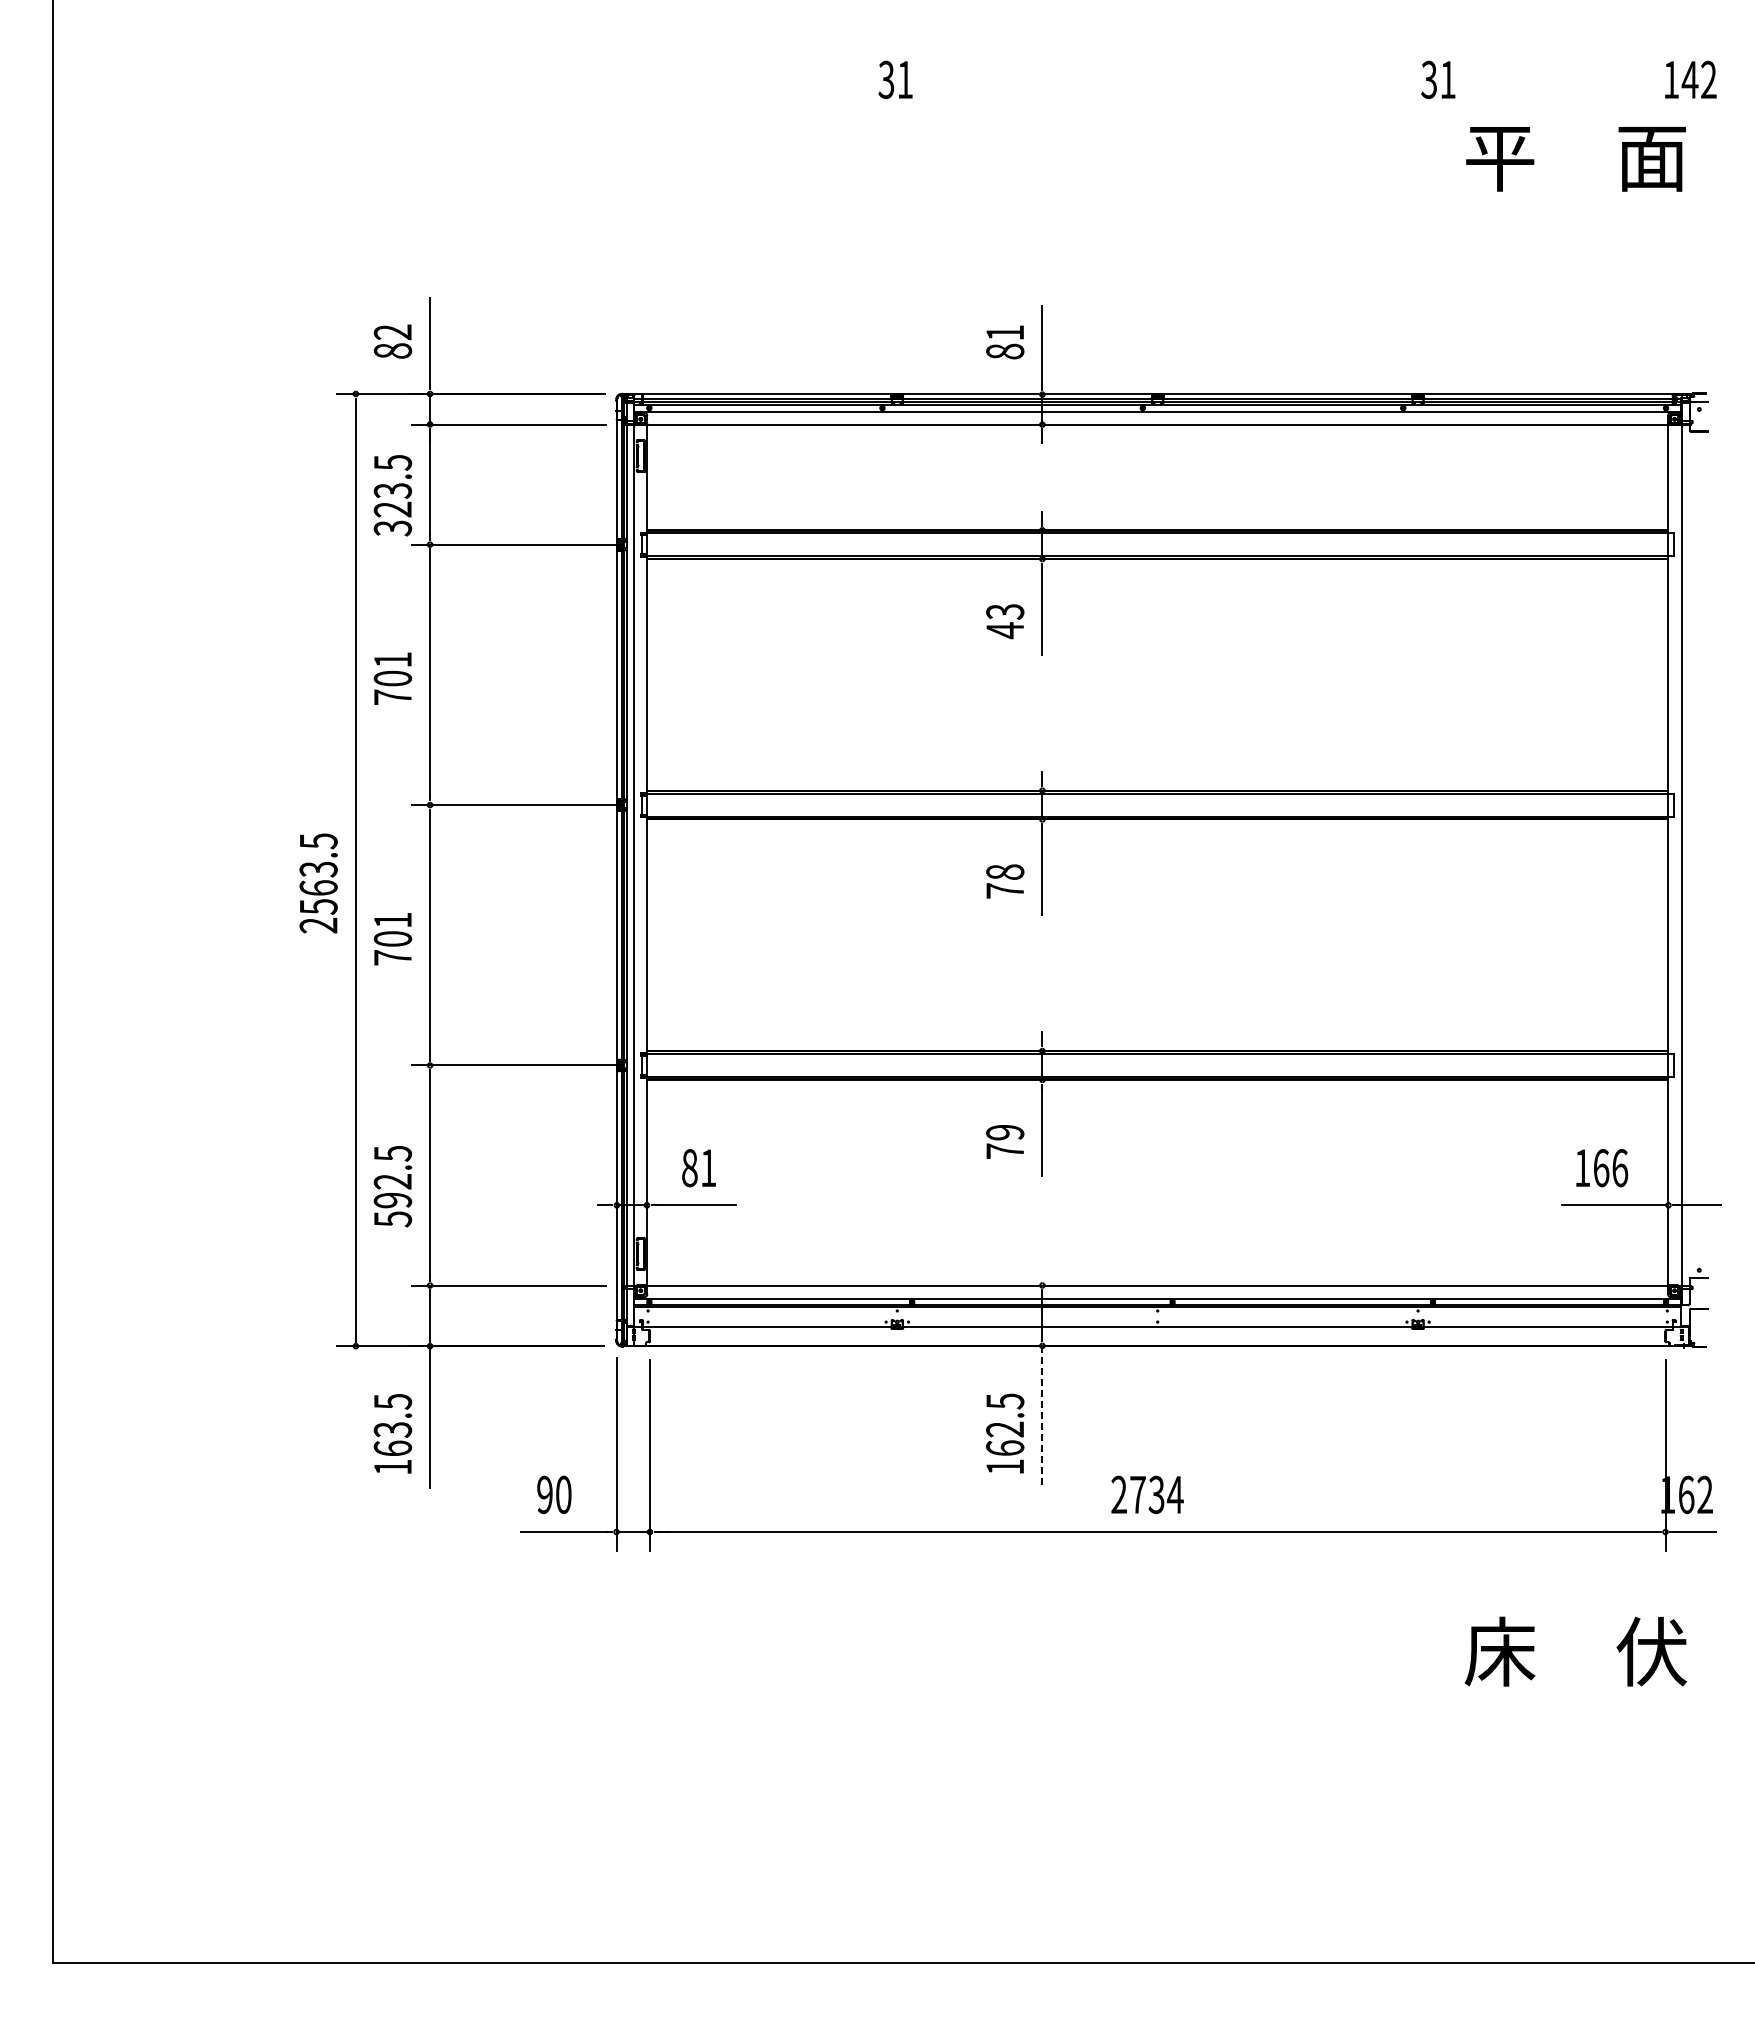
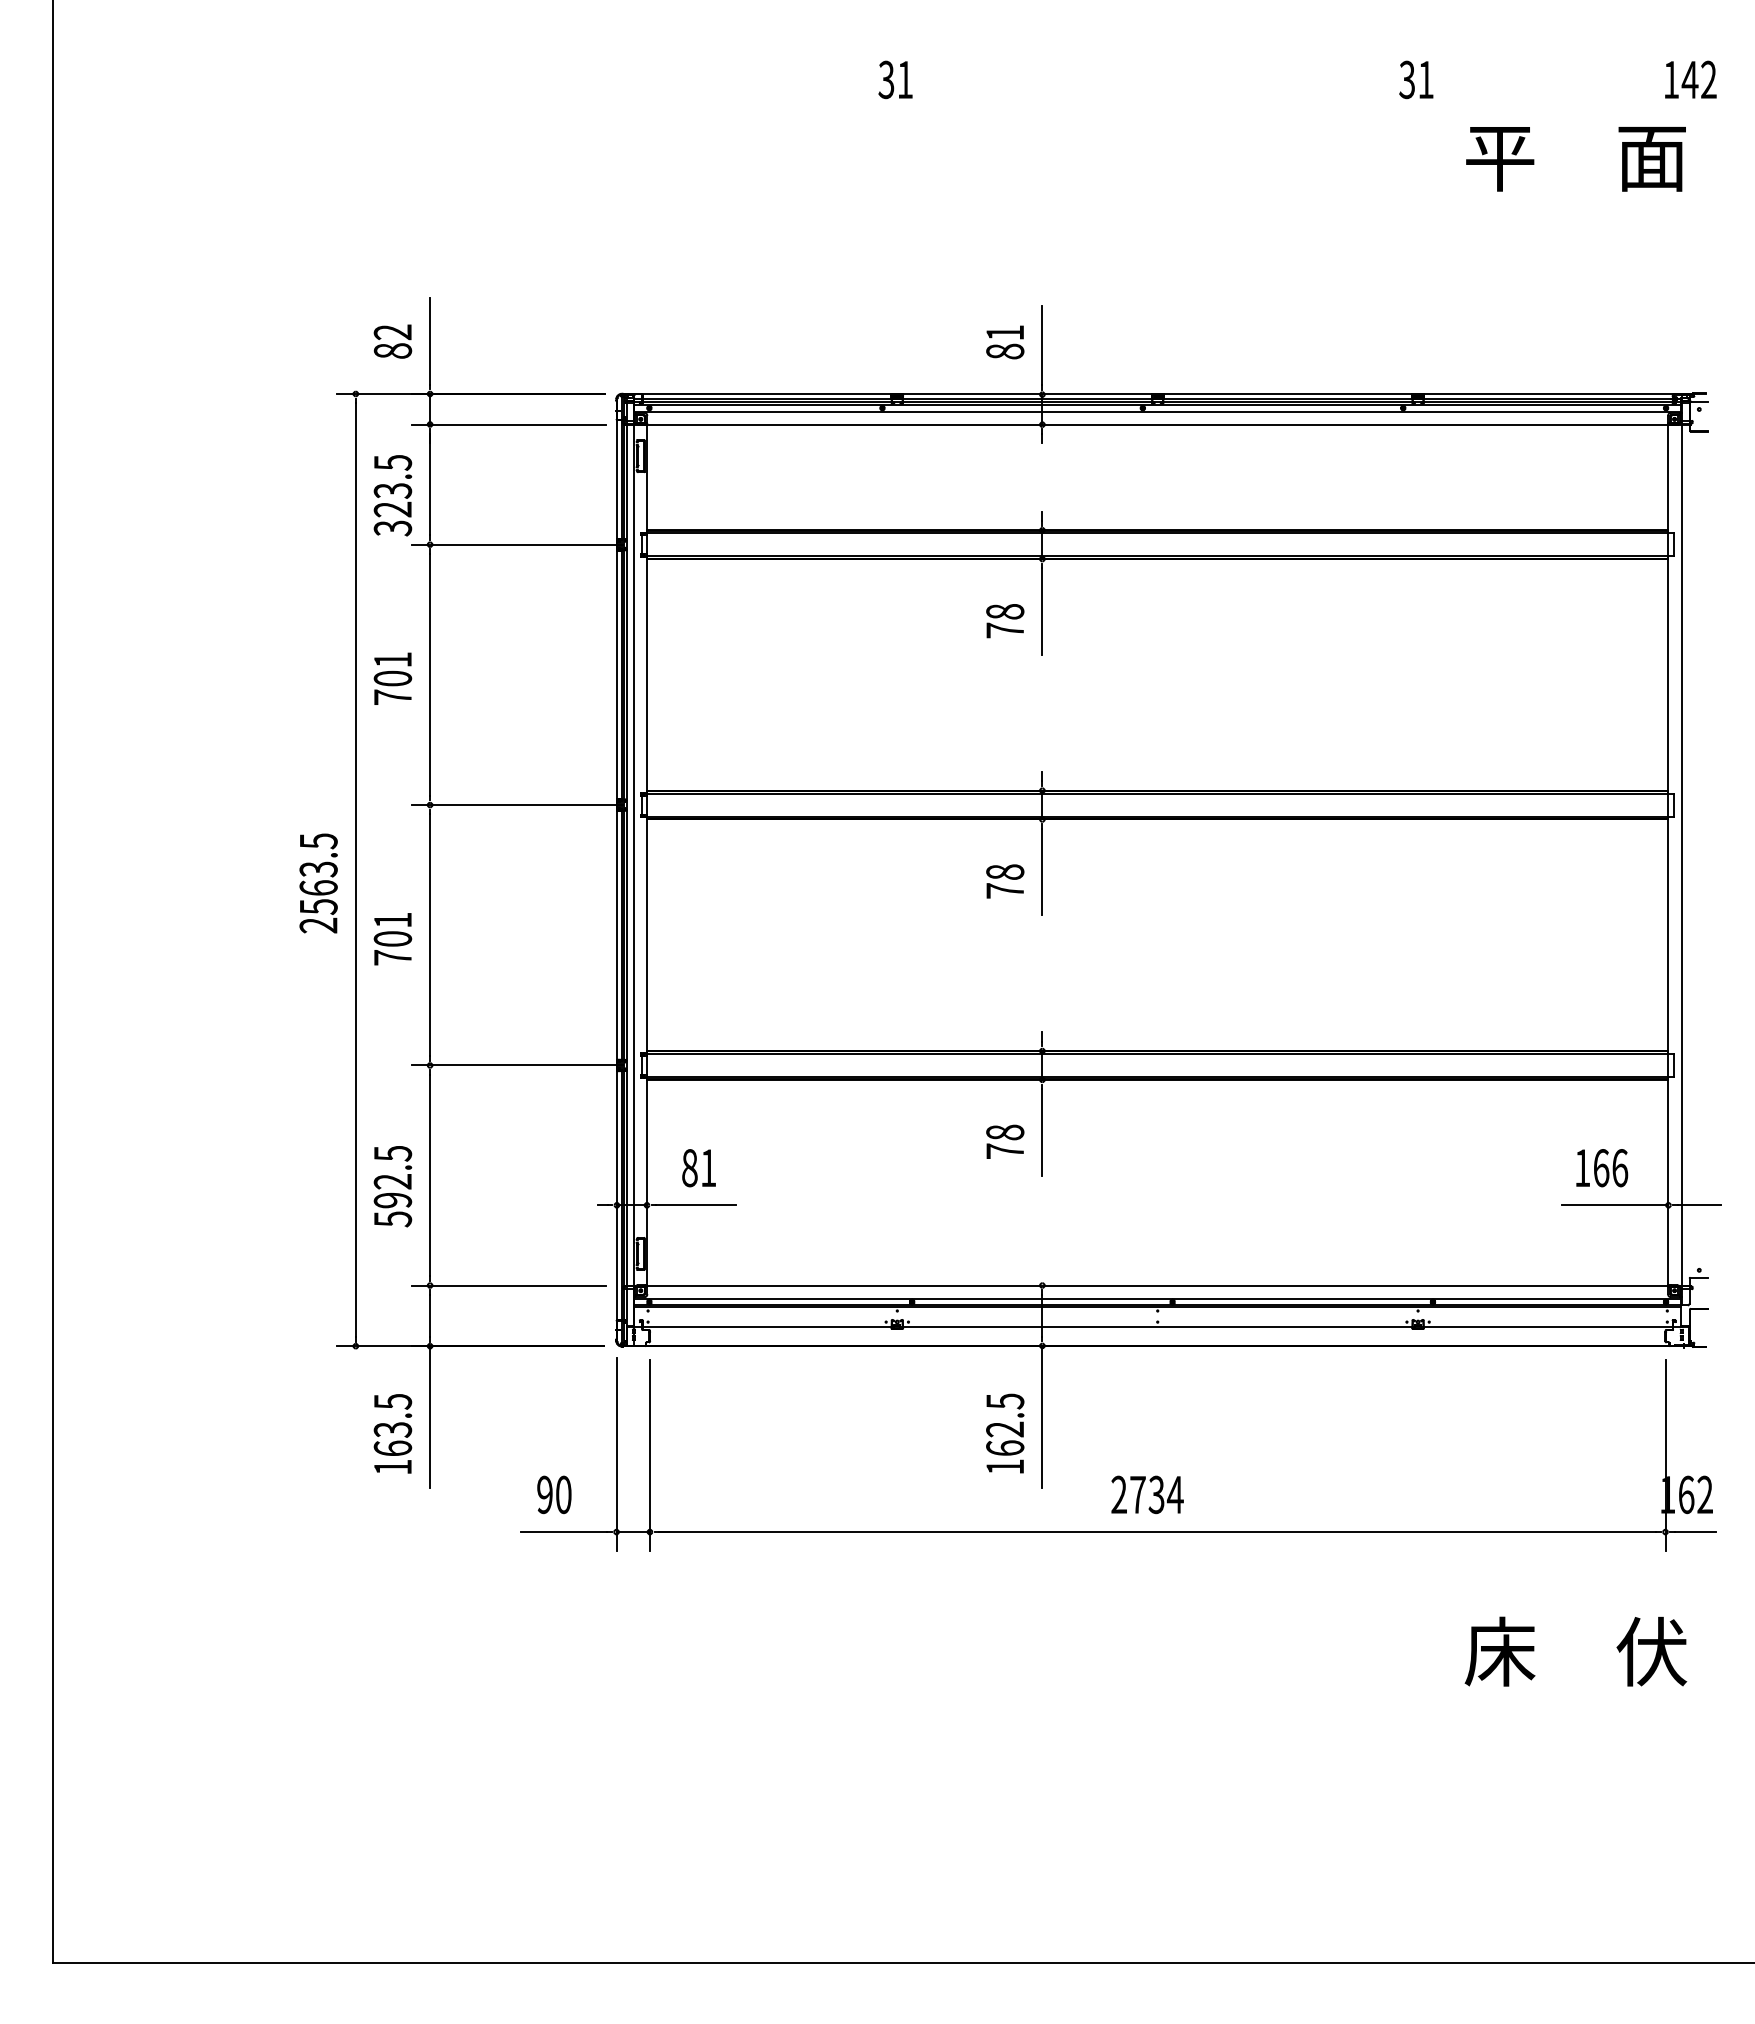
text at (1438, 79) position: (1438, 79) -> (1416, 79)
text at (1005, 621): 43 -> 78
text at (1005, 1132): 79 -> 78
line at (1042, 1416): dashed -> solid
